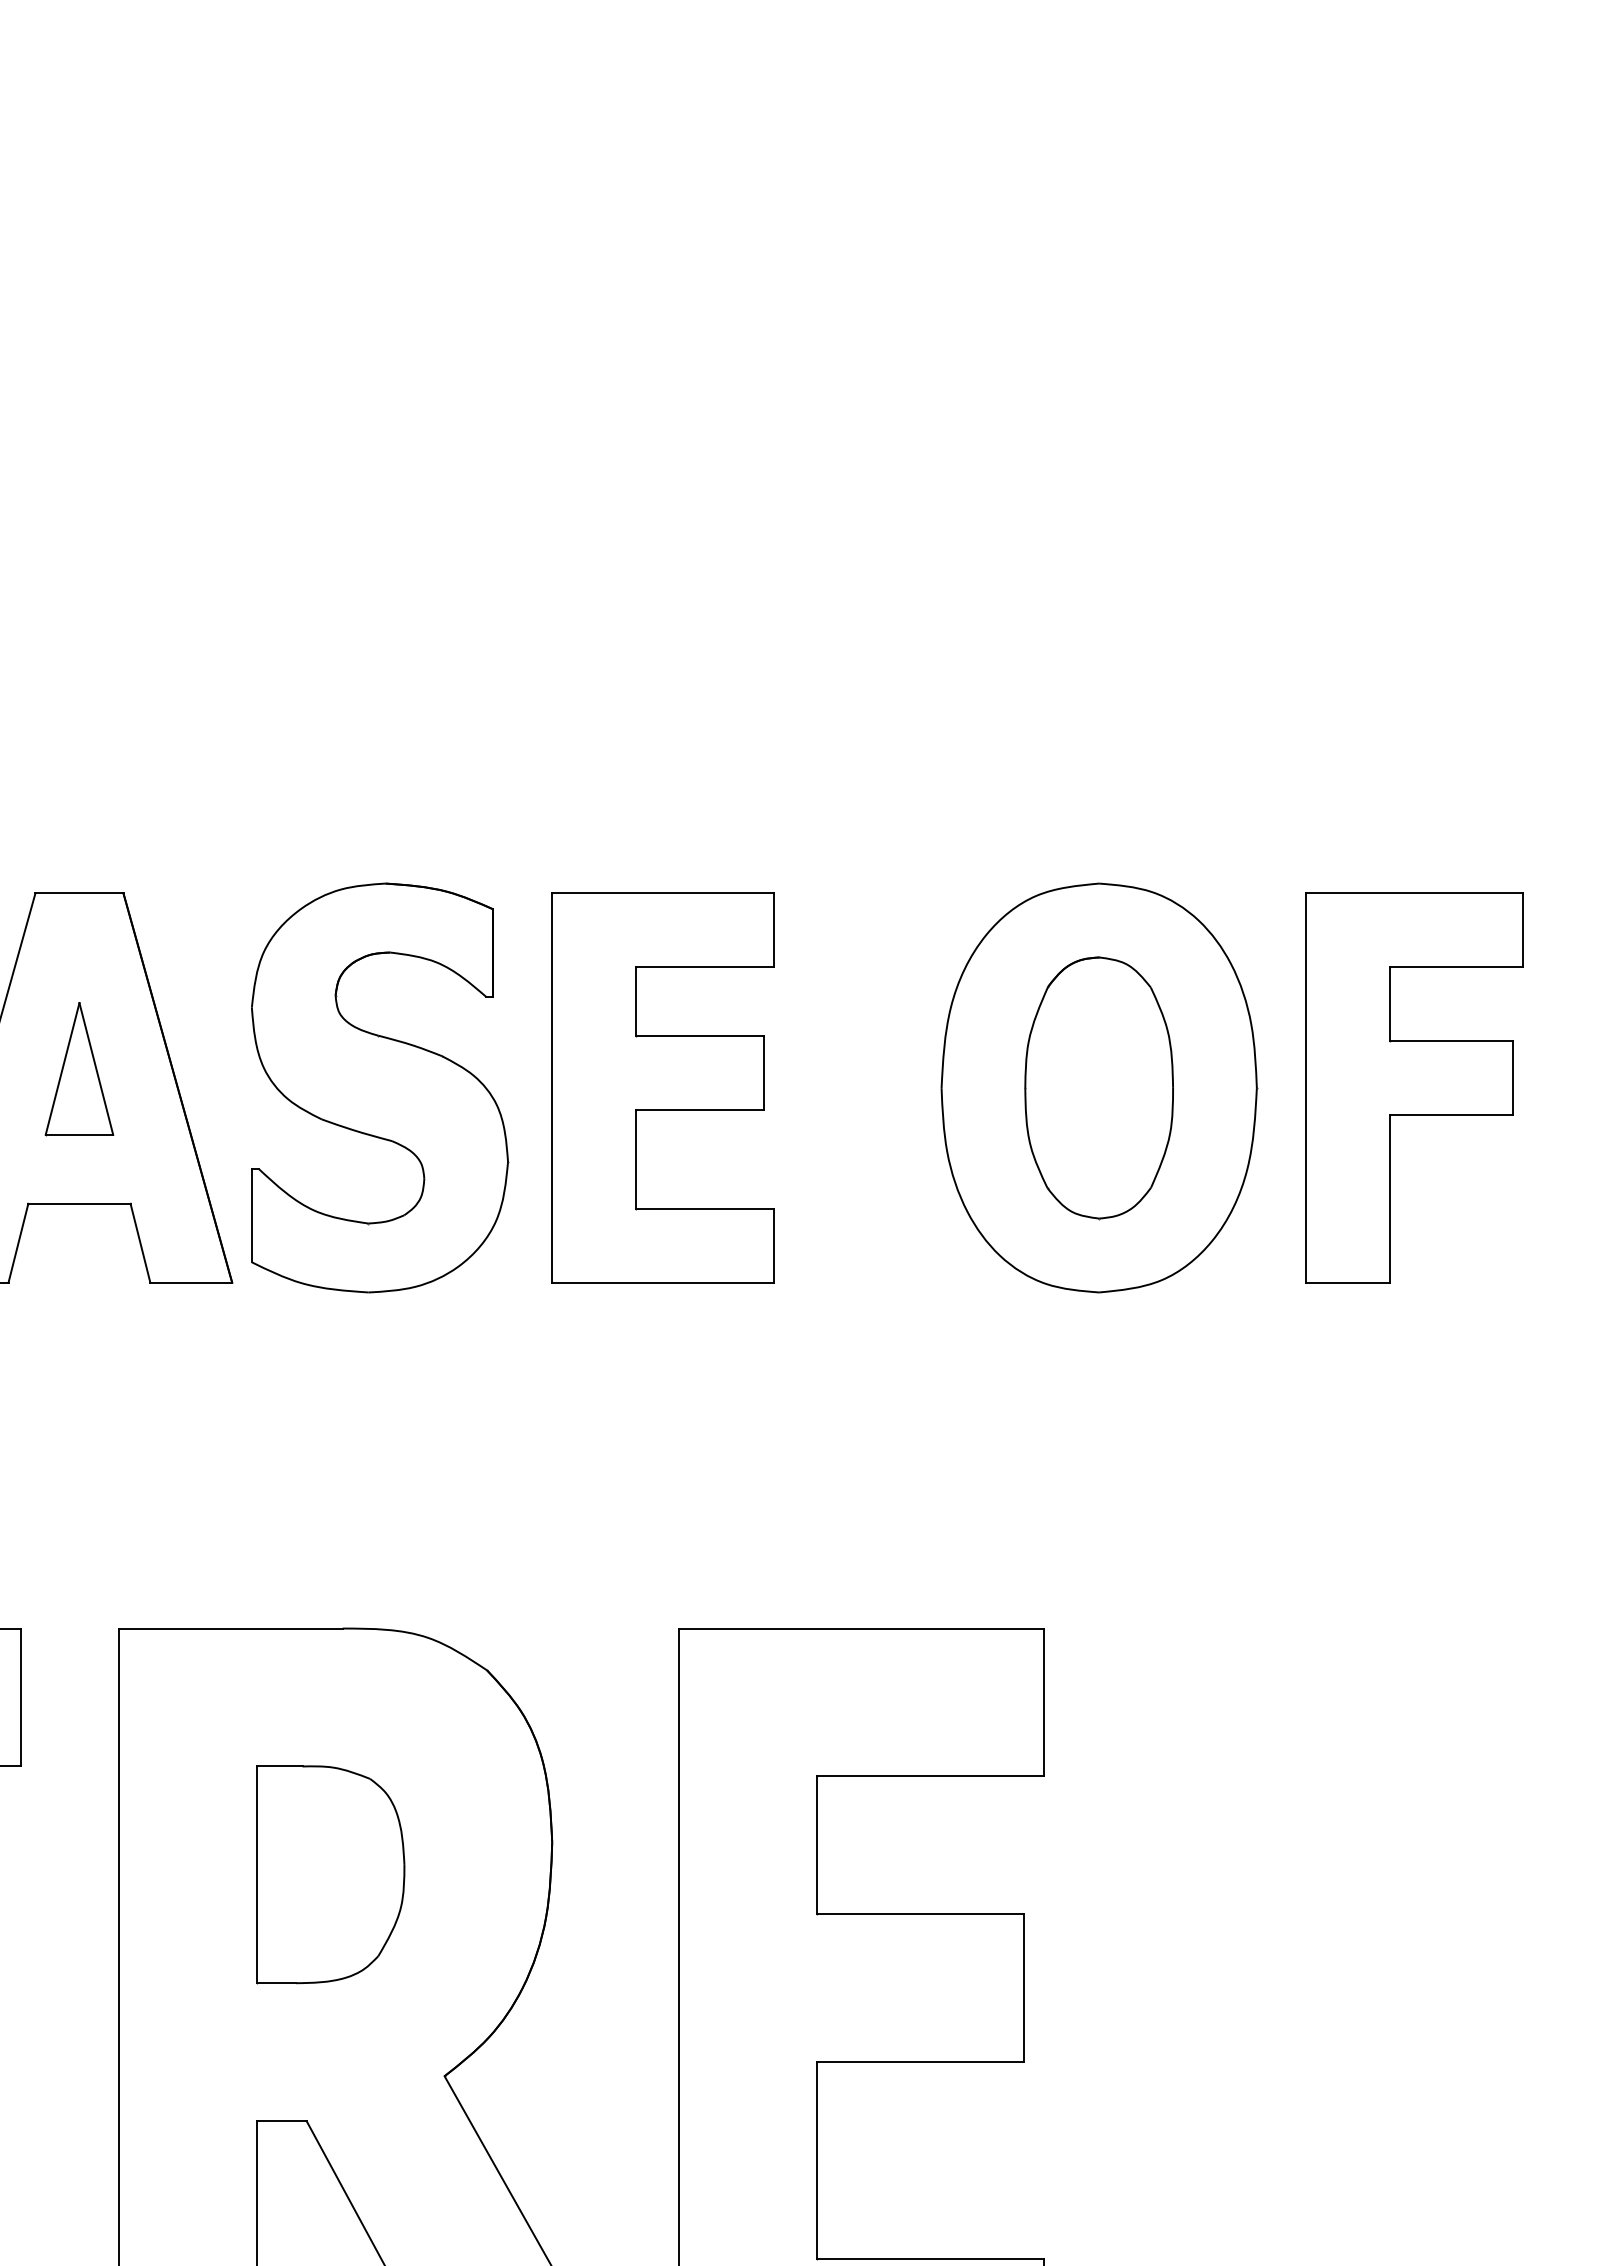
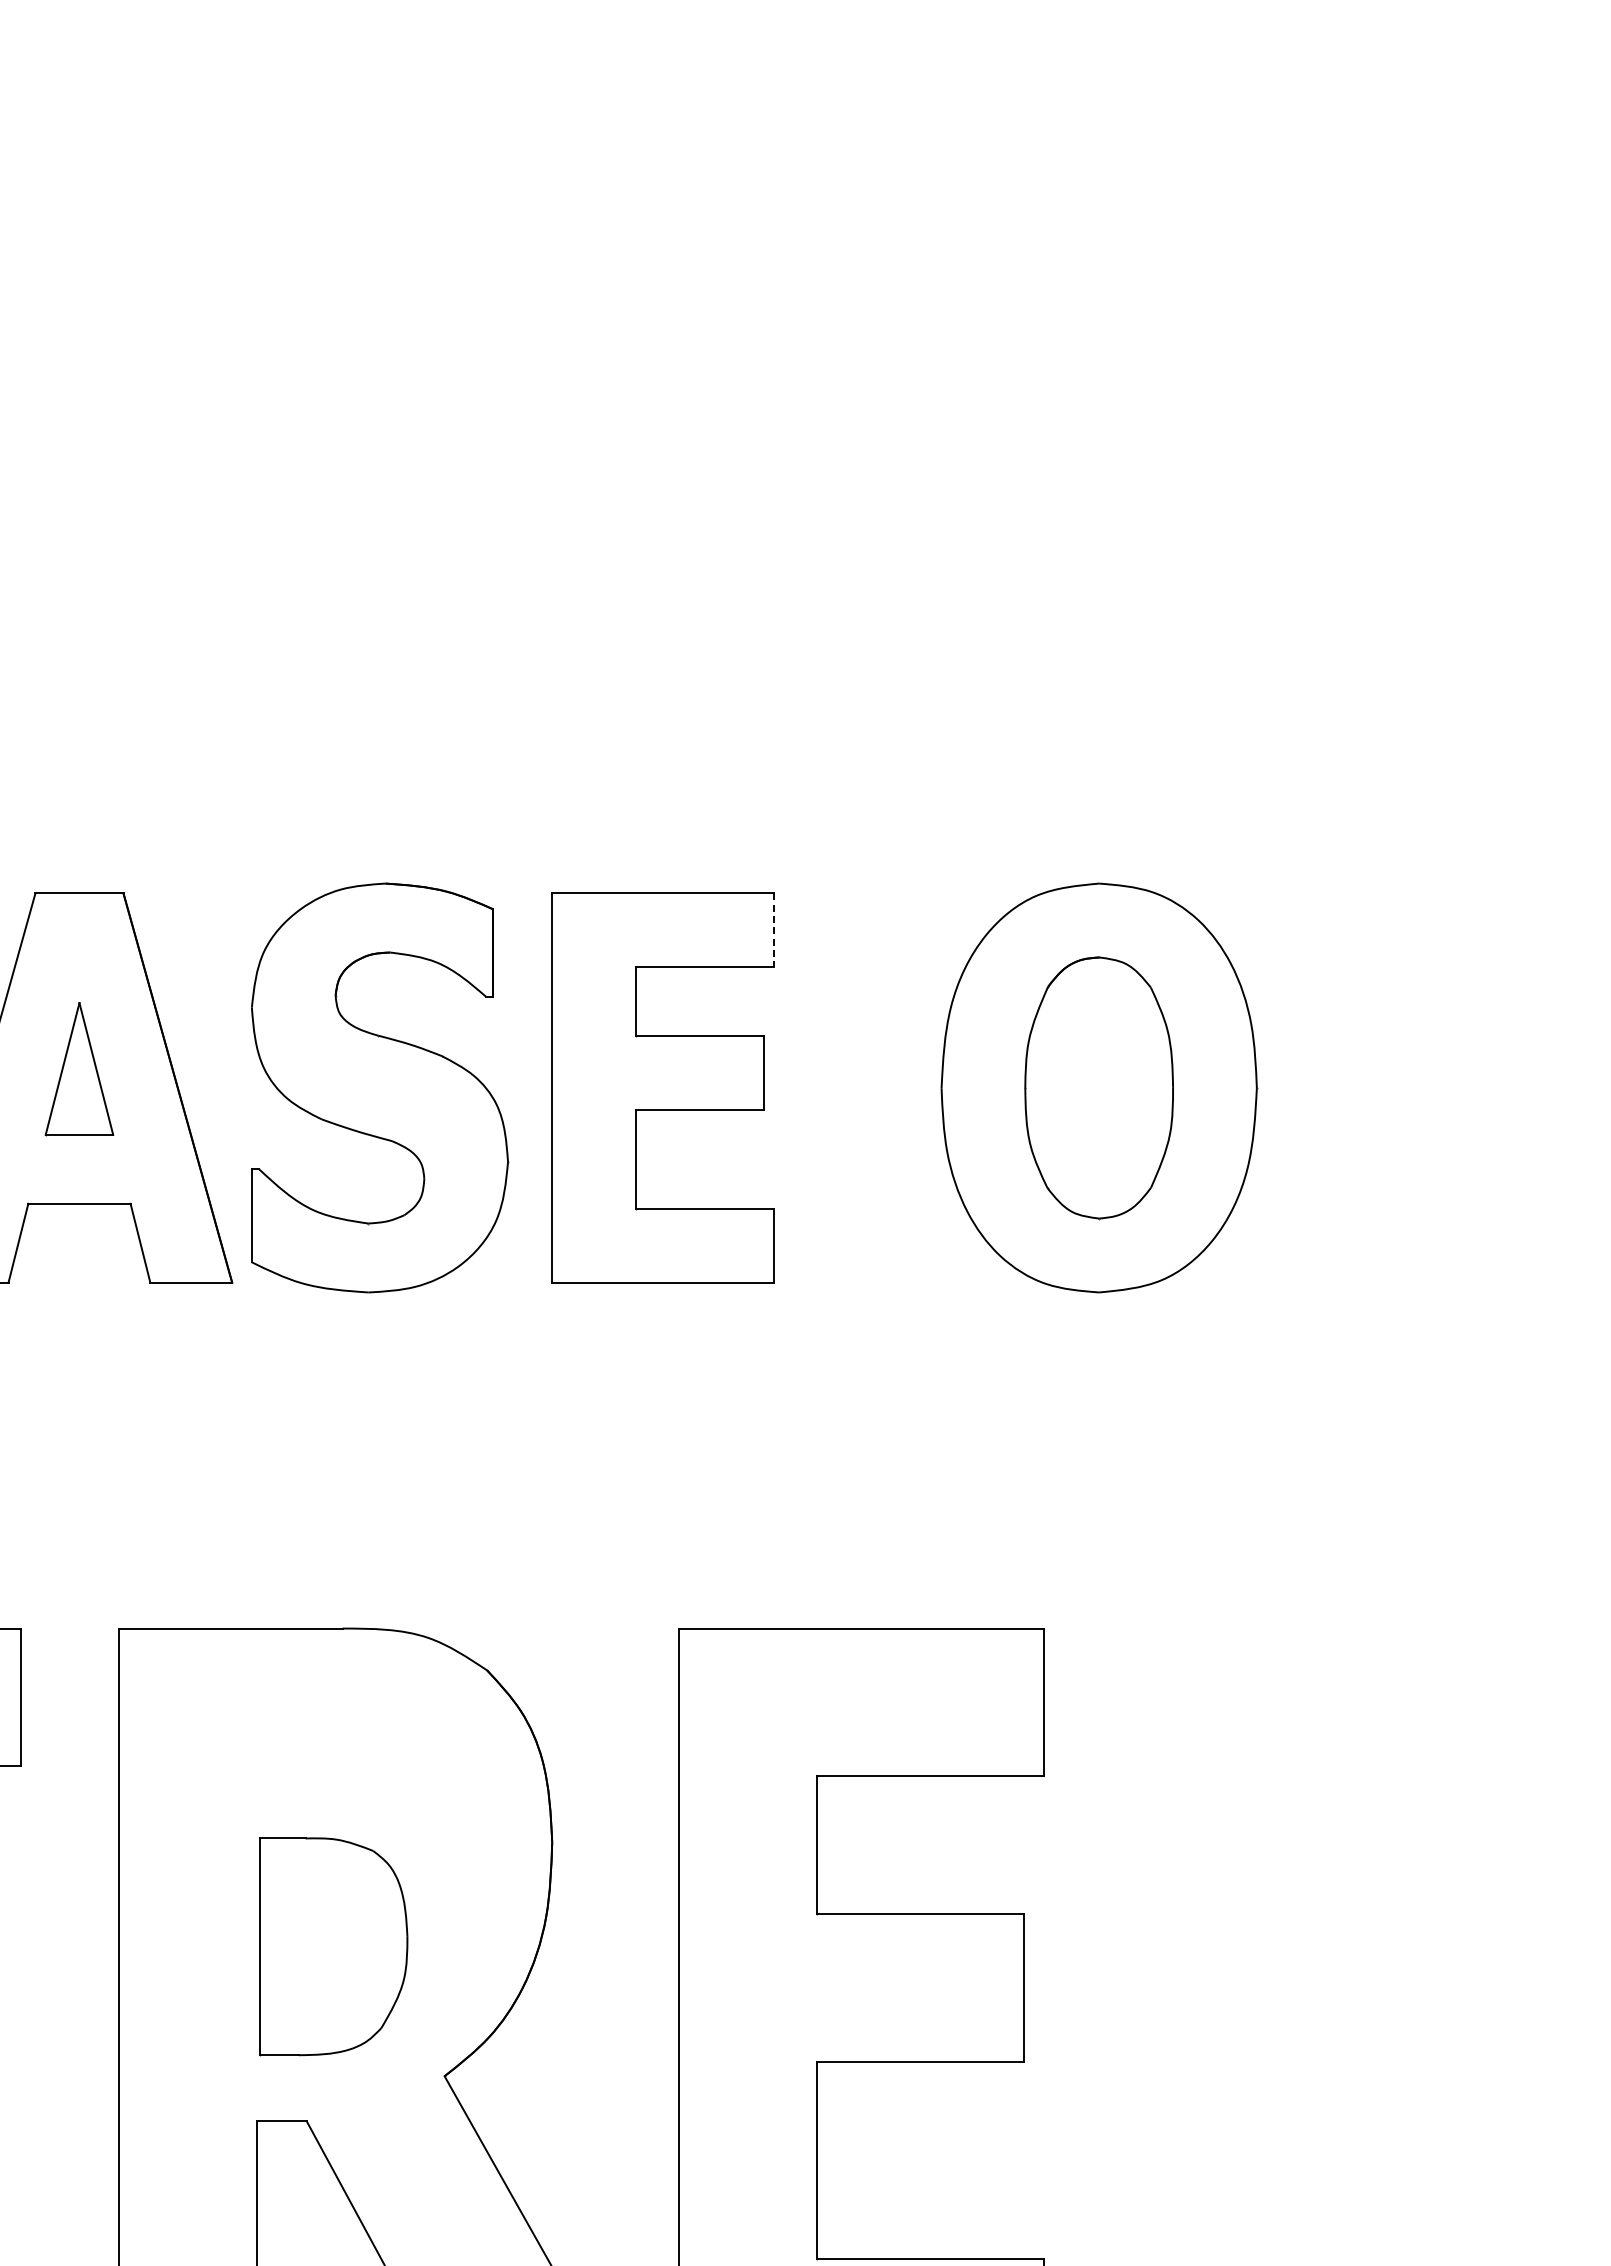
line at (774, 930): solid -> dashed
part at (1414, 1087): present -> none
part at (330, 1874) position: (330, 1874) -> (333, 1946)
